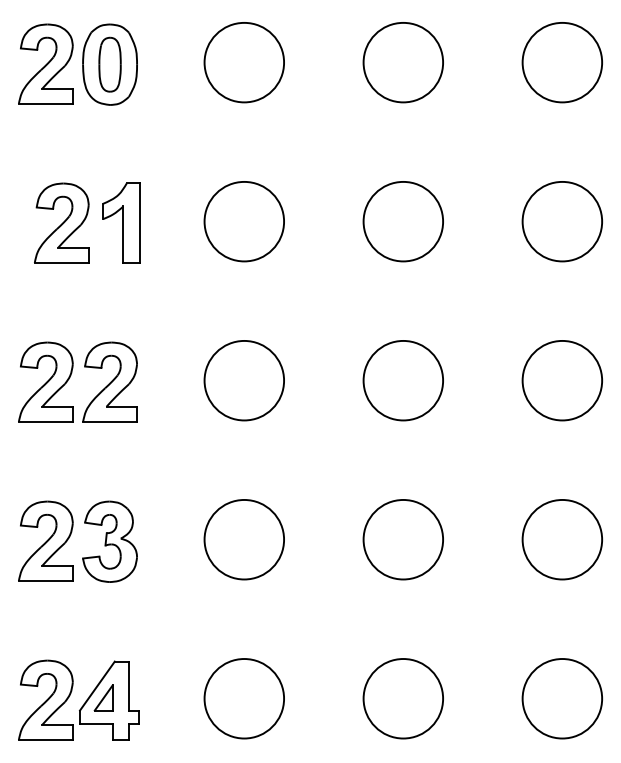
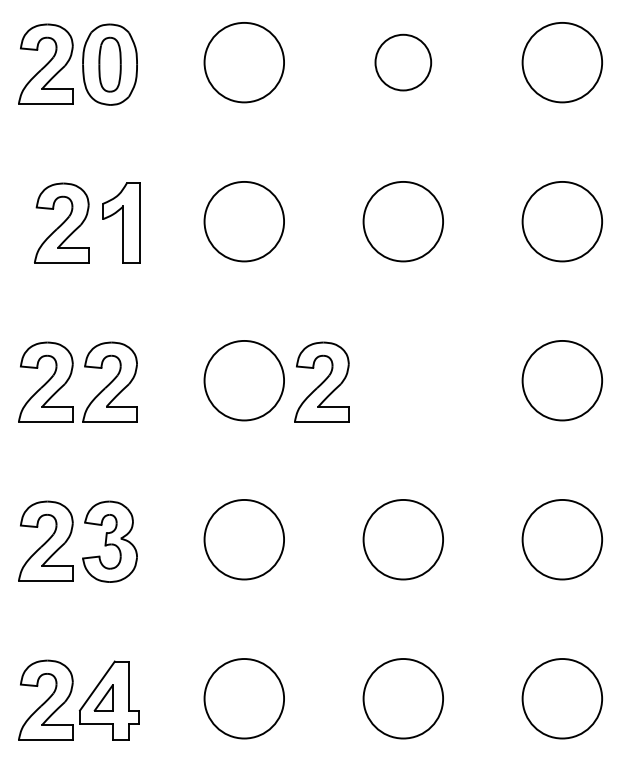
circle at (403, 62) diameter: 80 px -> 56 px
circle at (402, 380): present -> none
part at (321, 381): none -> present
